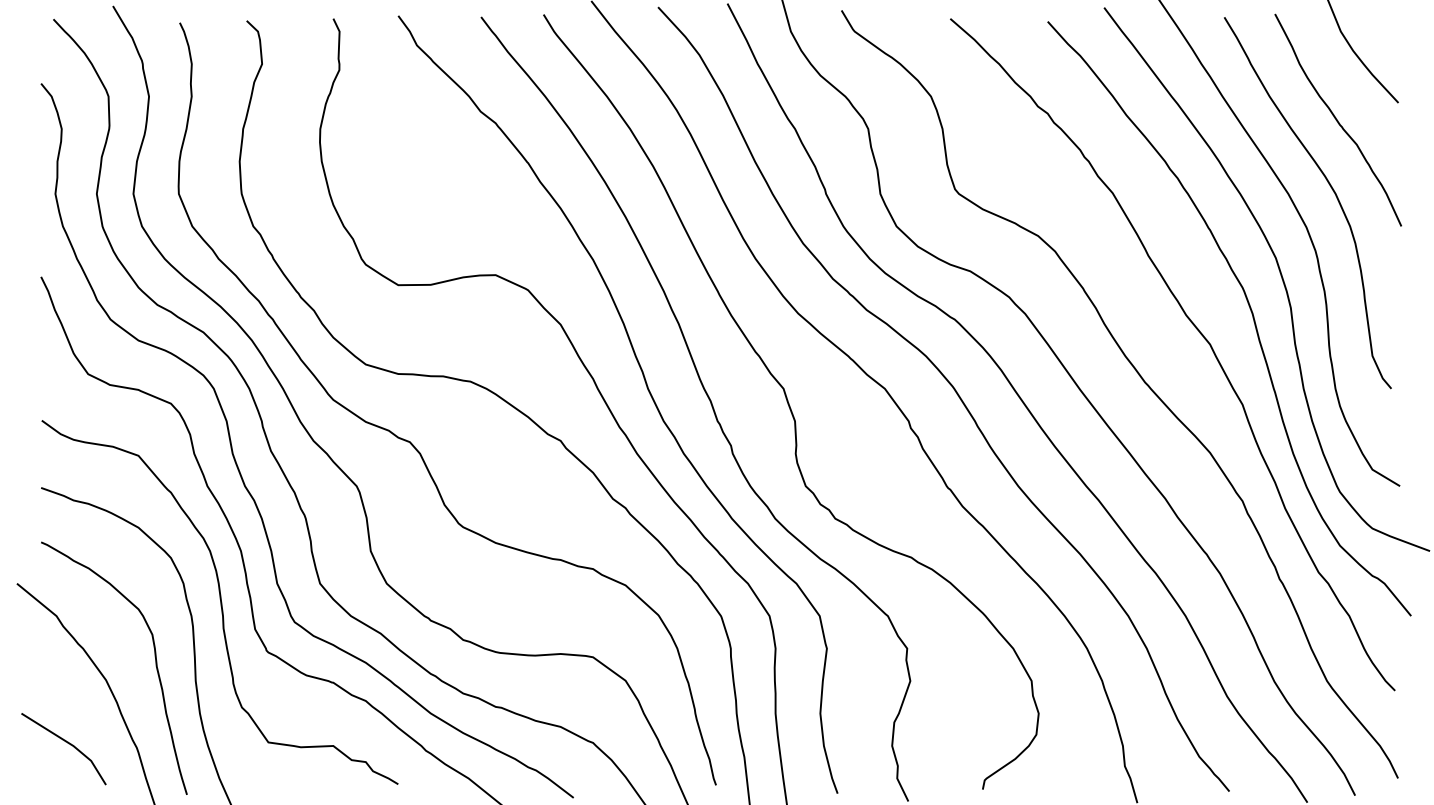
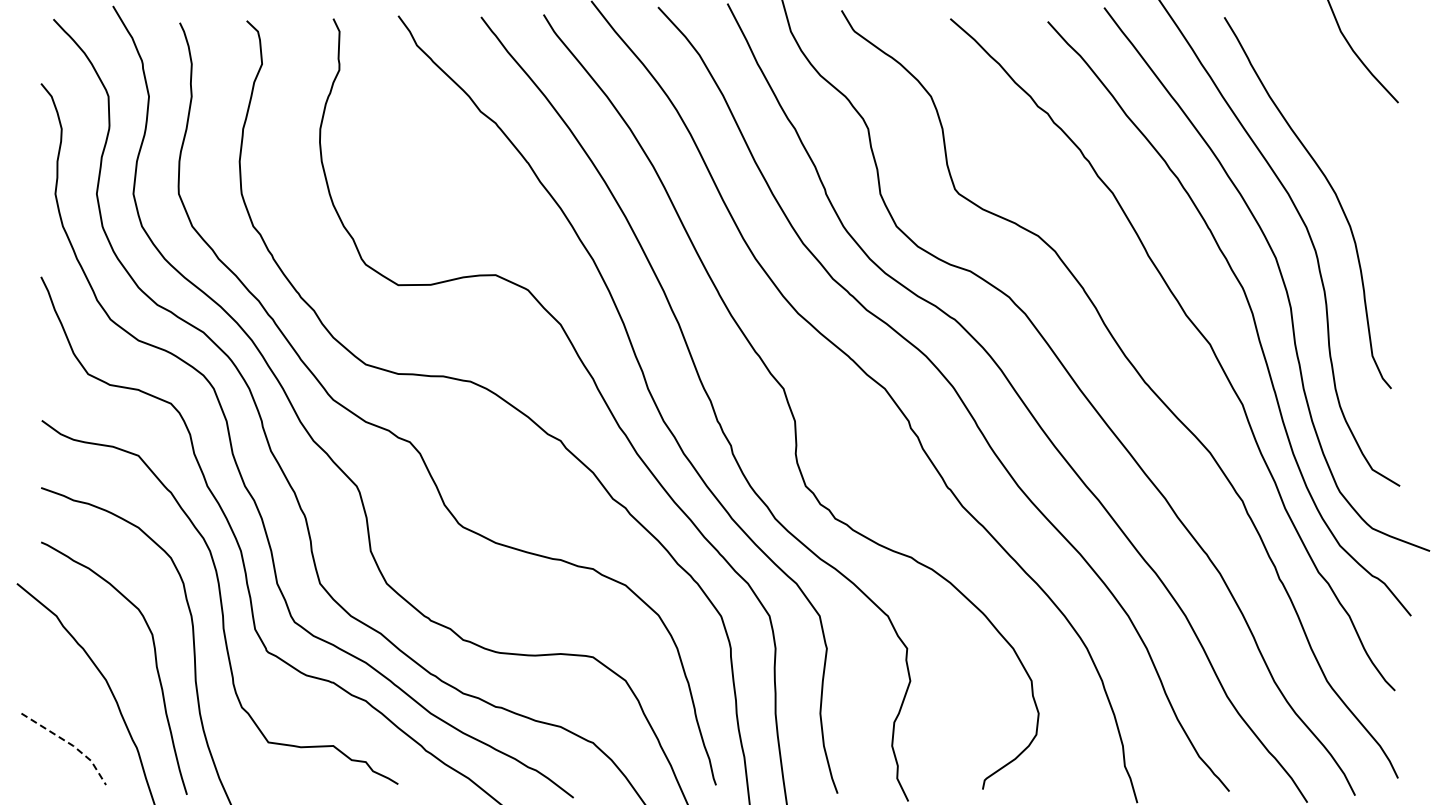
curve at (1337, 119): present -> none
line at (71, 744): solid -> dashed
